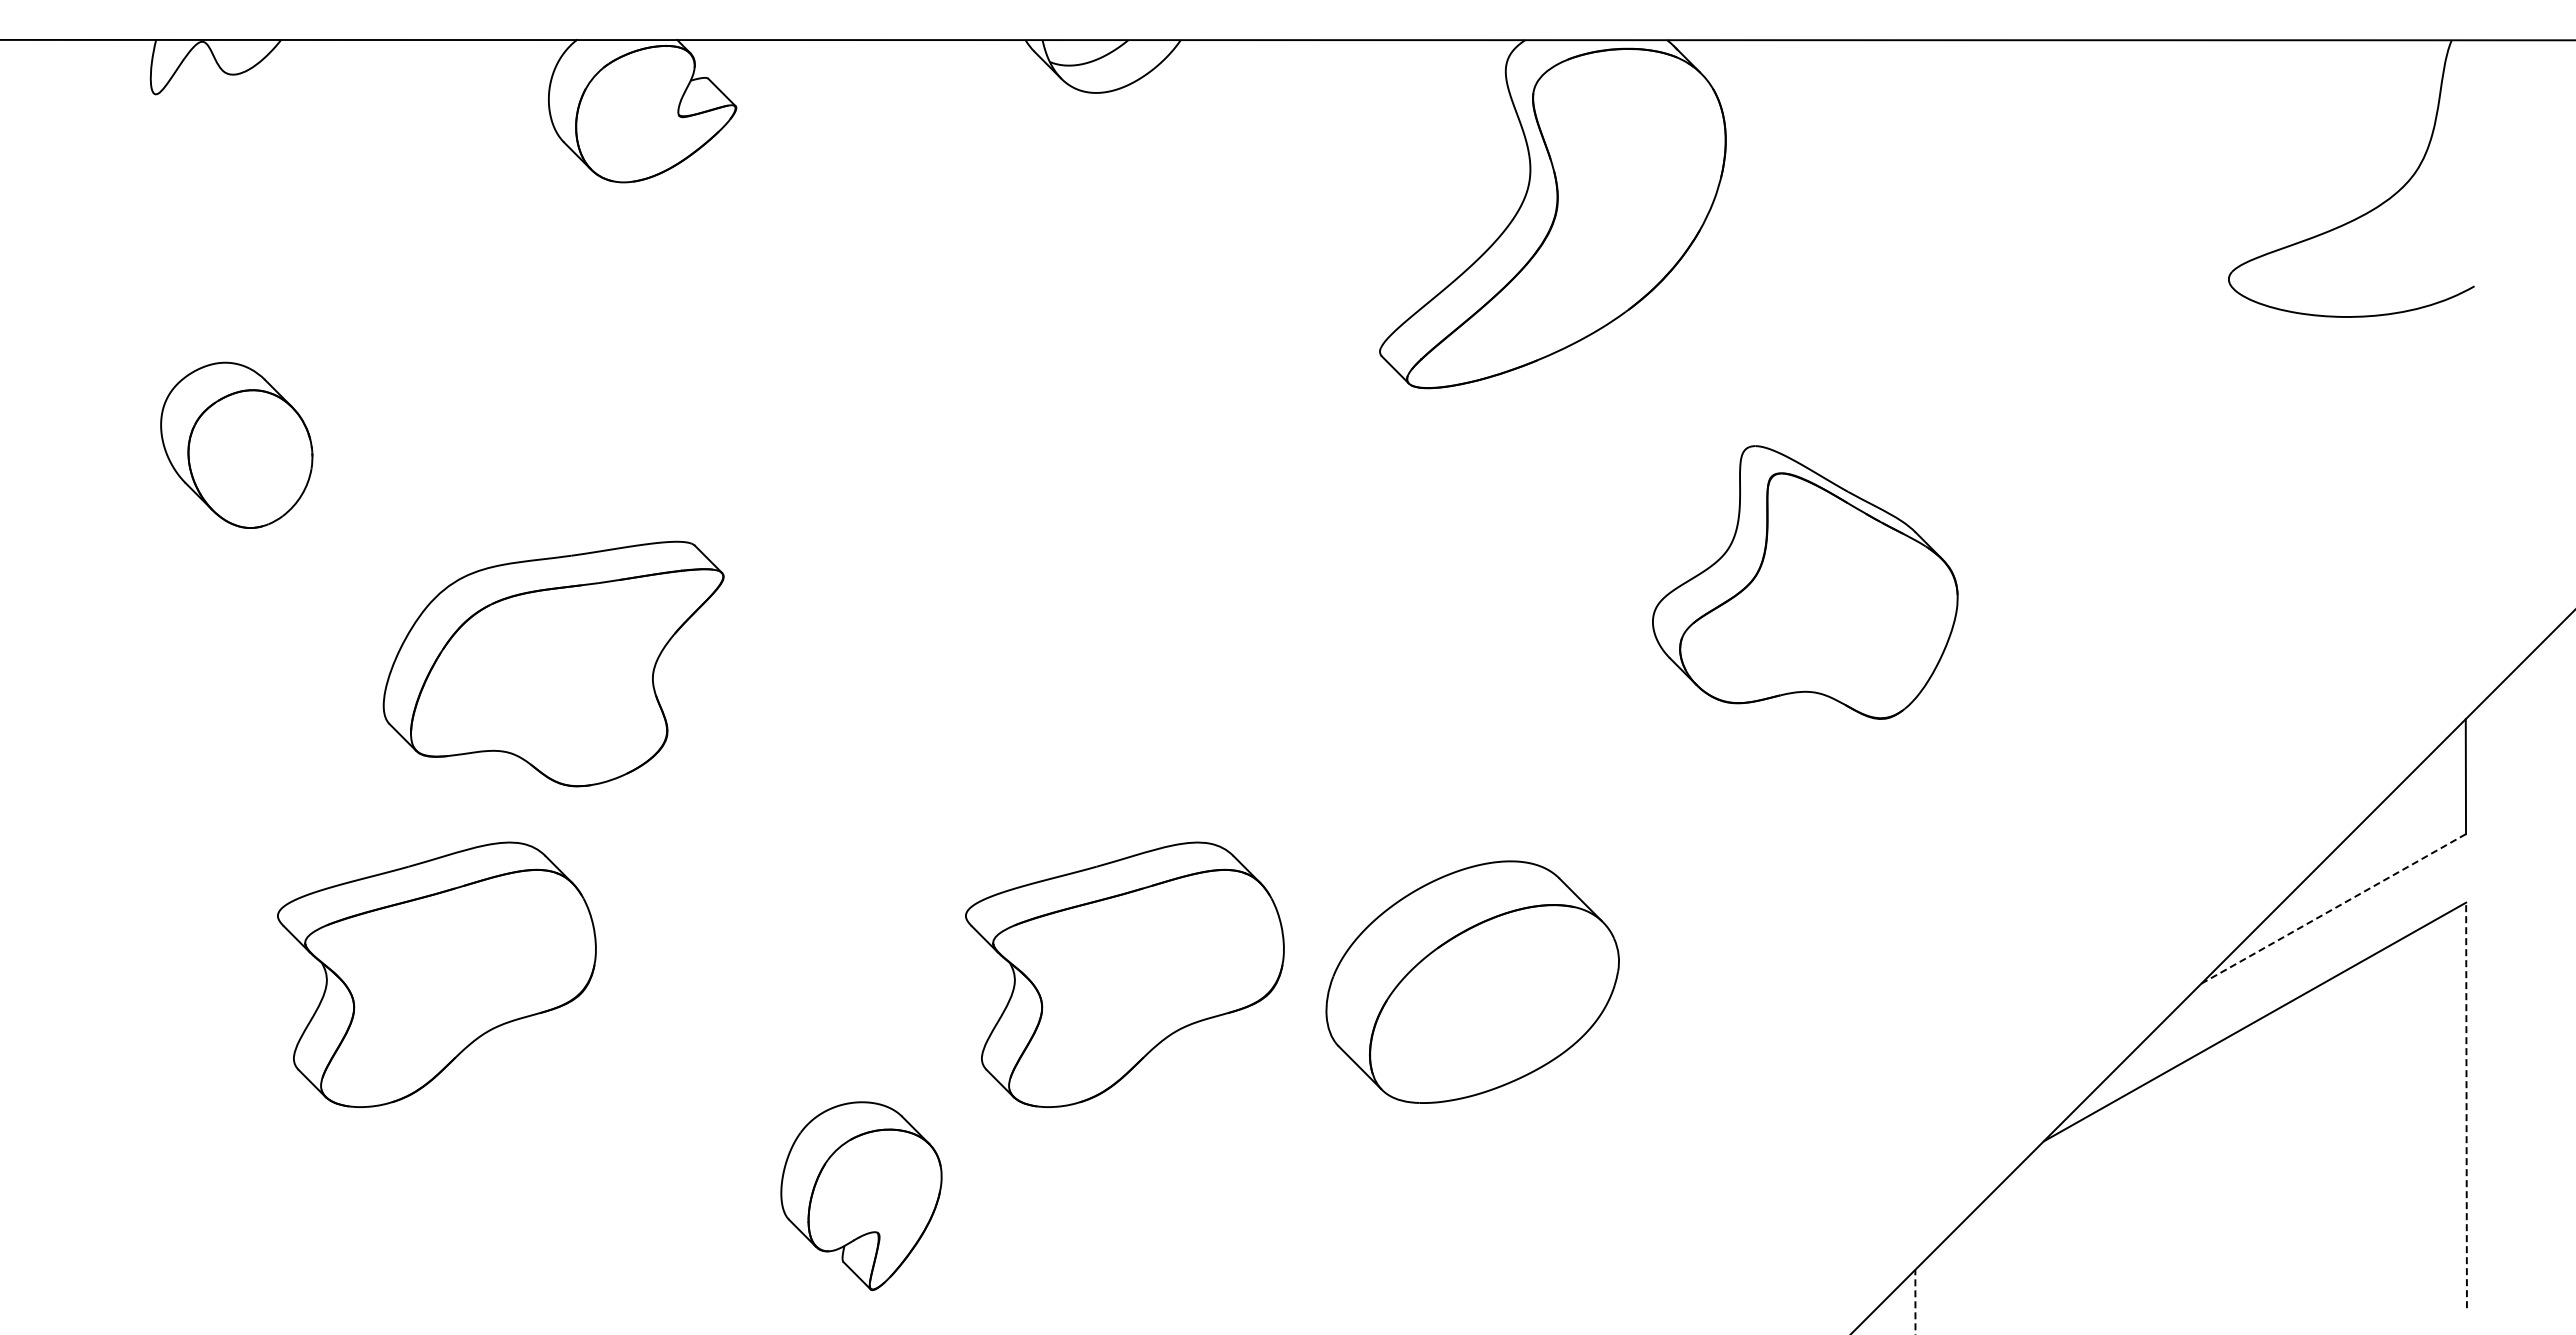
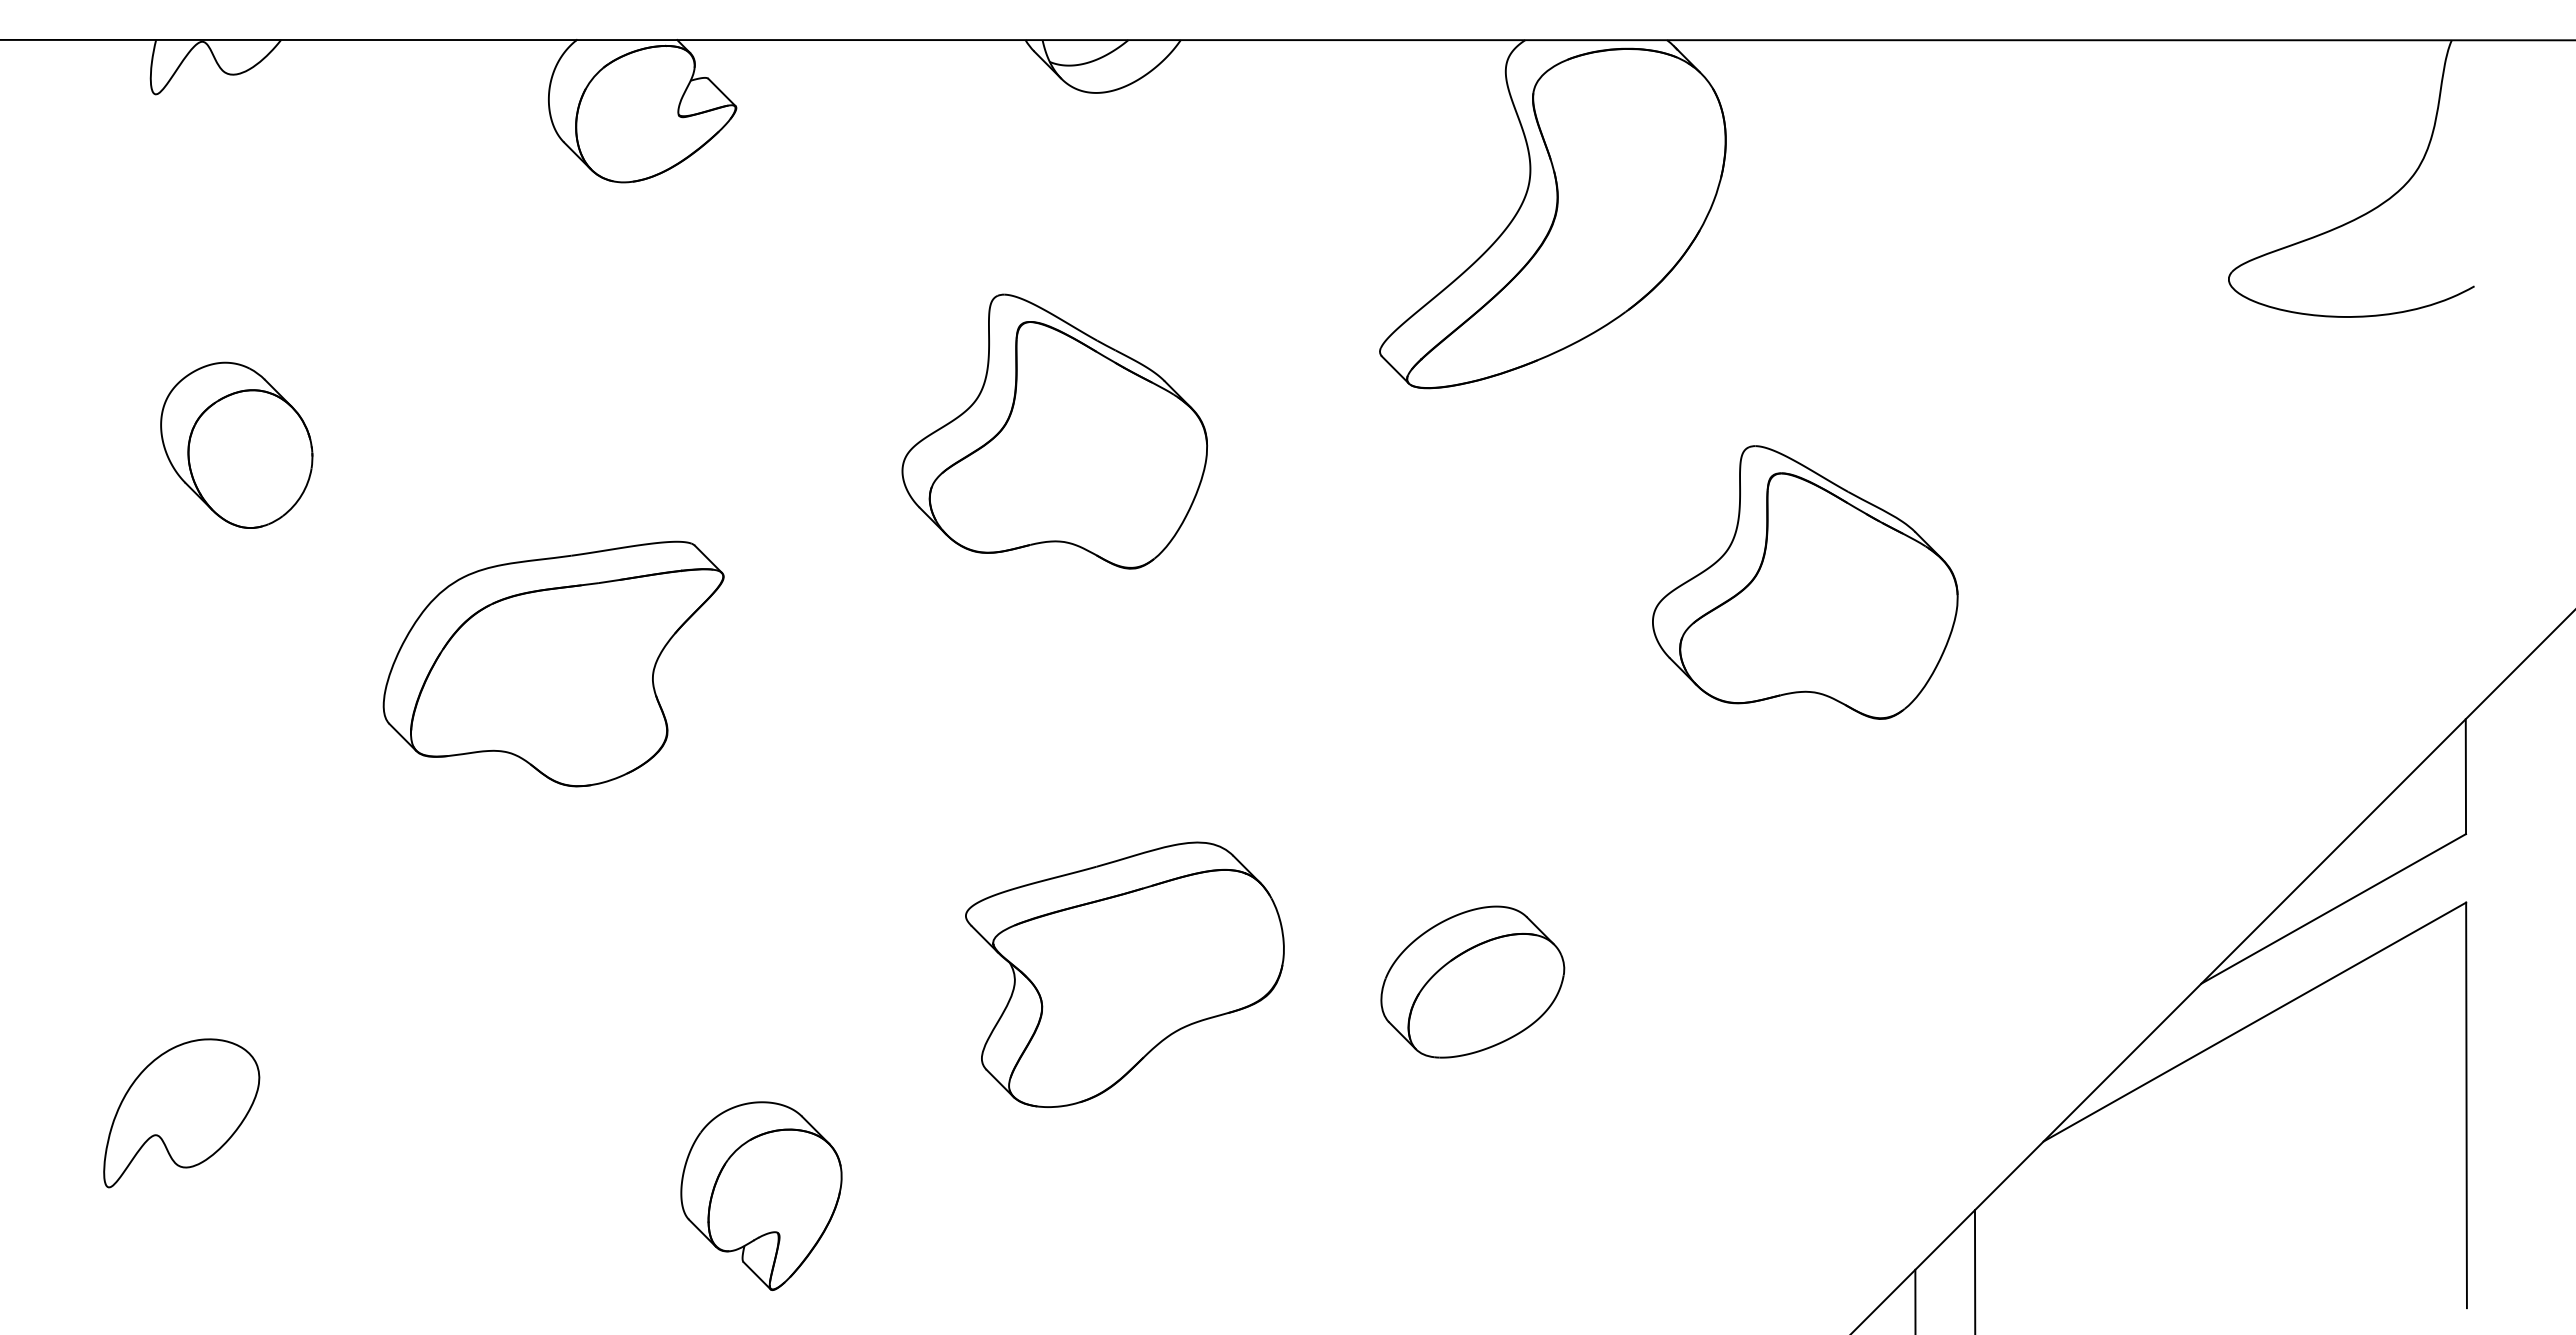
part at (1054, 431): none -> present
line at (2333, 908): dashed -> solid
part at (436, 974): present -> none
part at (1472, 981) size: 295x244 px -> 186x154 px
line at (2466, 1105): dashed -> solid
part at (181, 1113): none -> present
part at (861, 1195) position: (861, 1195) -> (761, 1195)
line at (1974, 1270): none -> present
line at (1915, 1301): dashed -> solid
